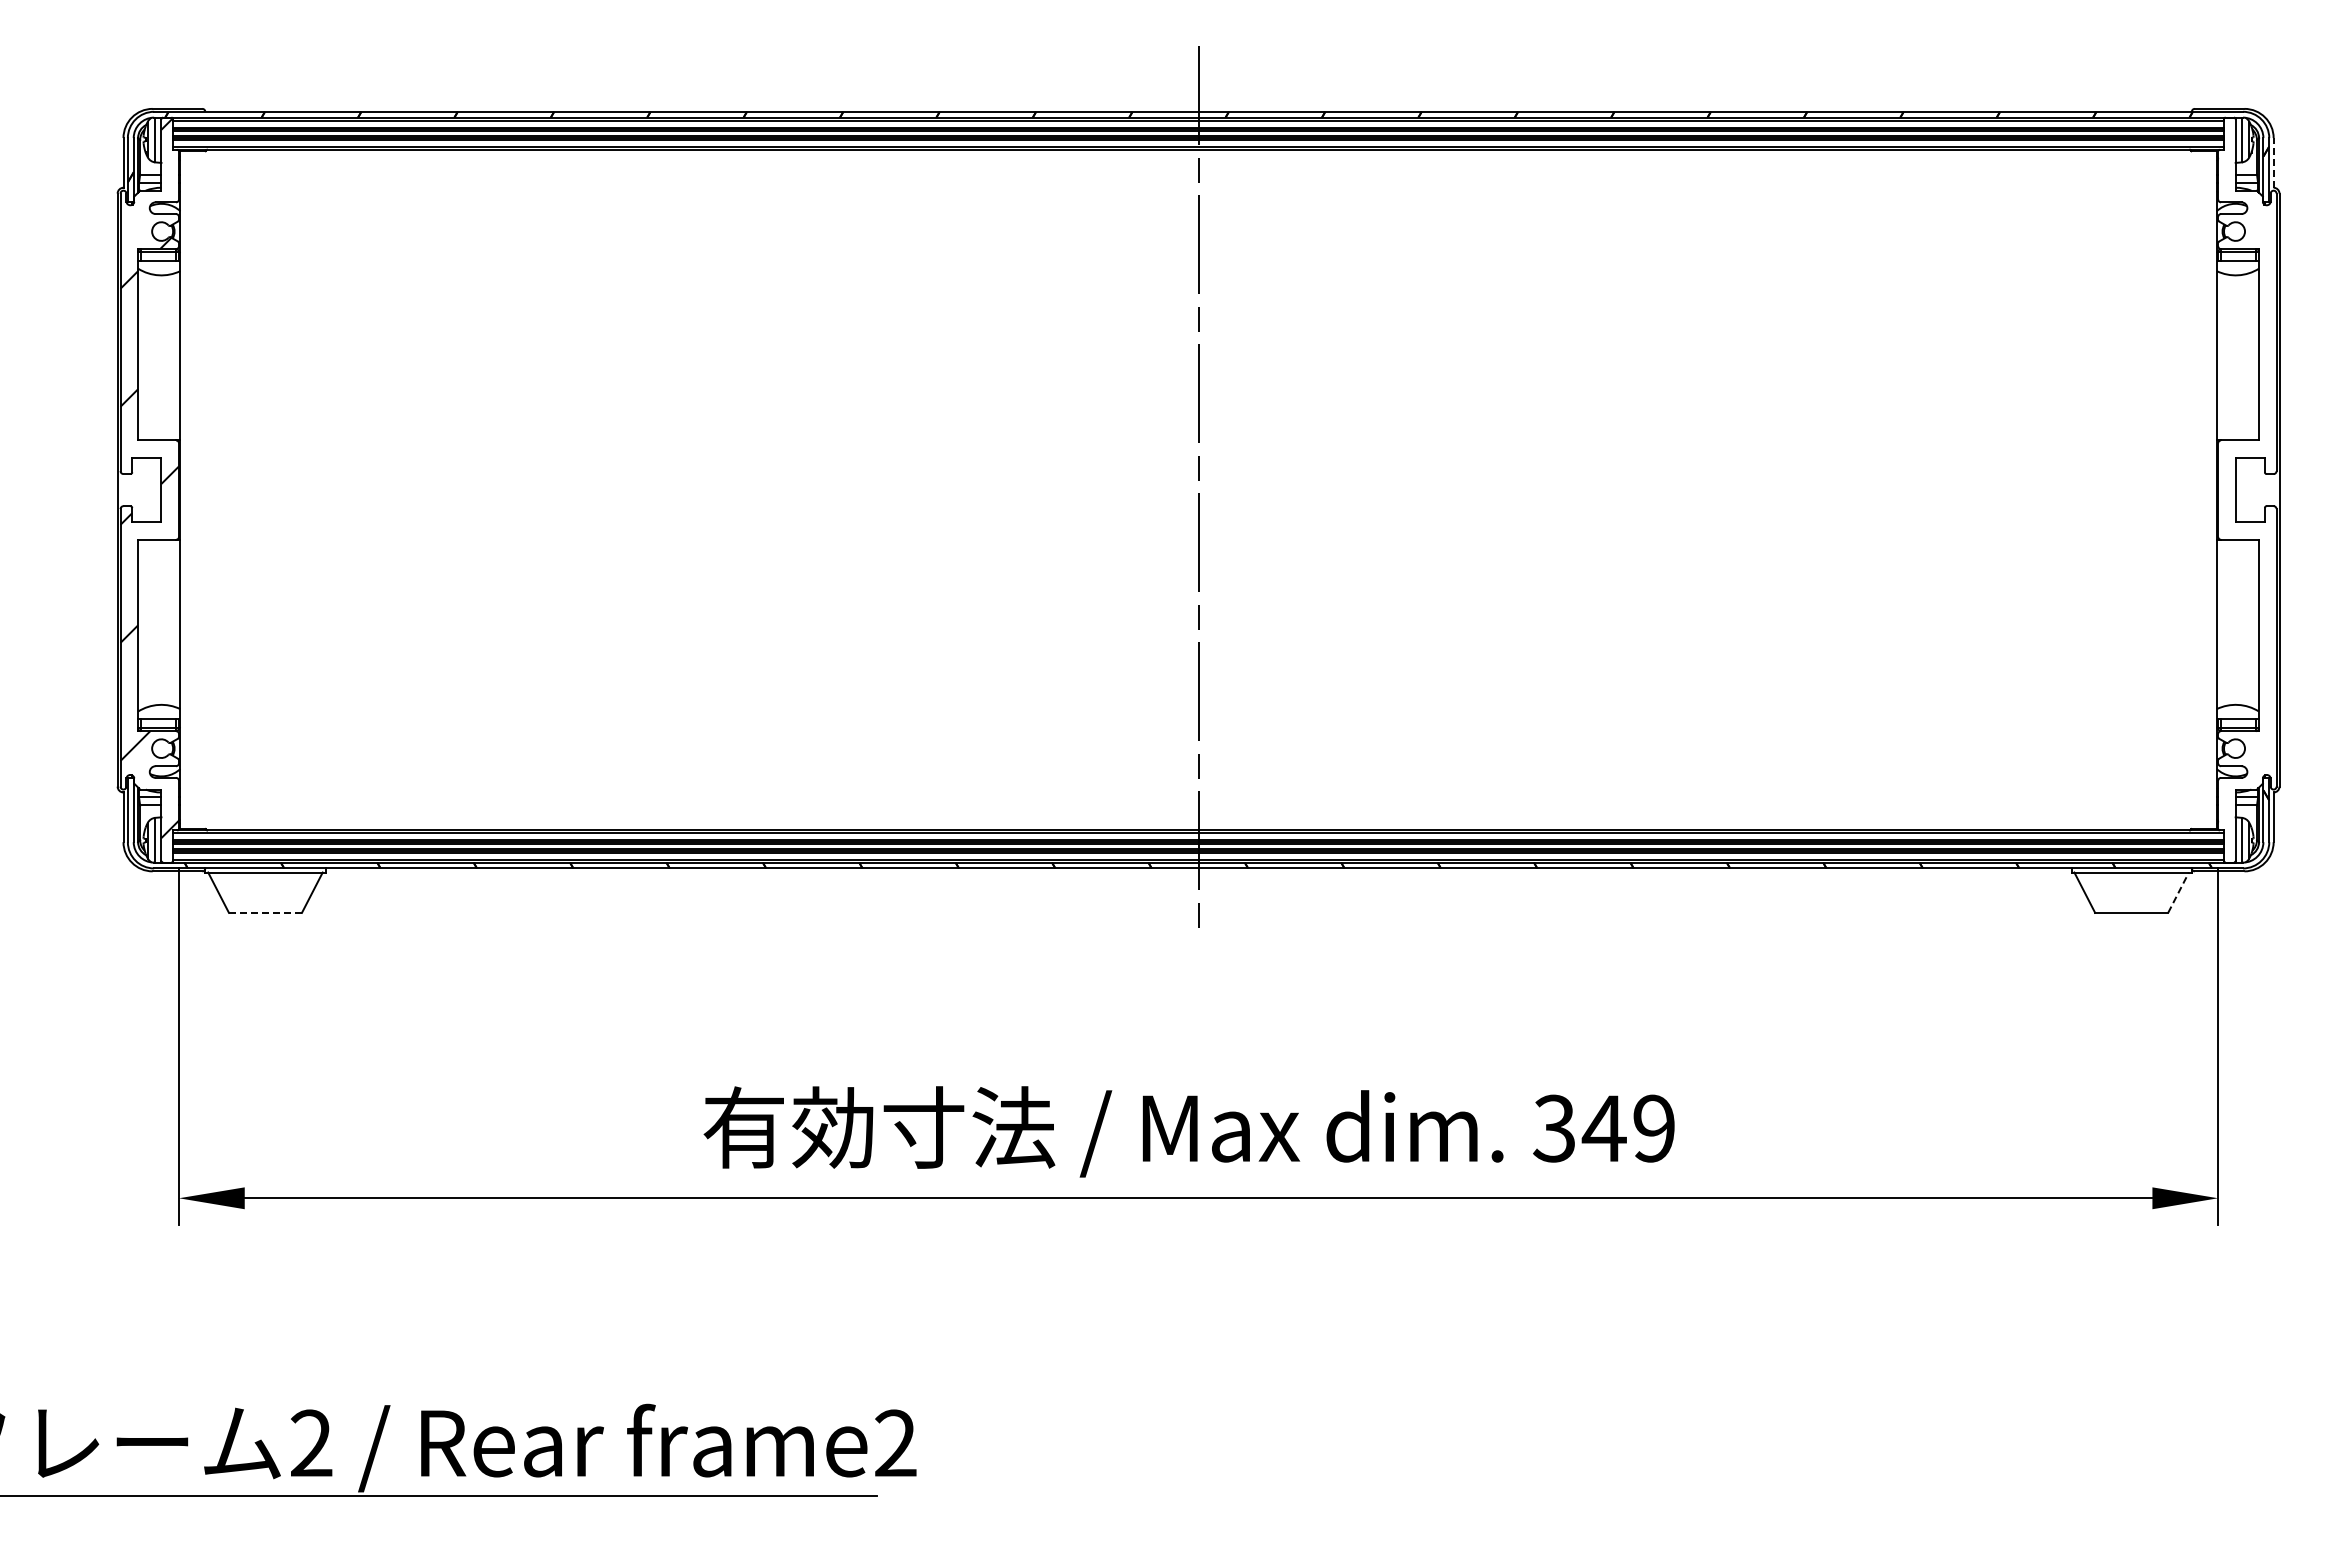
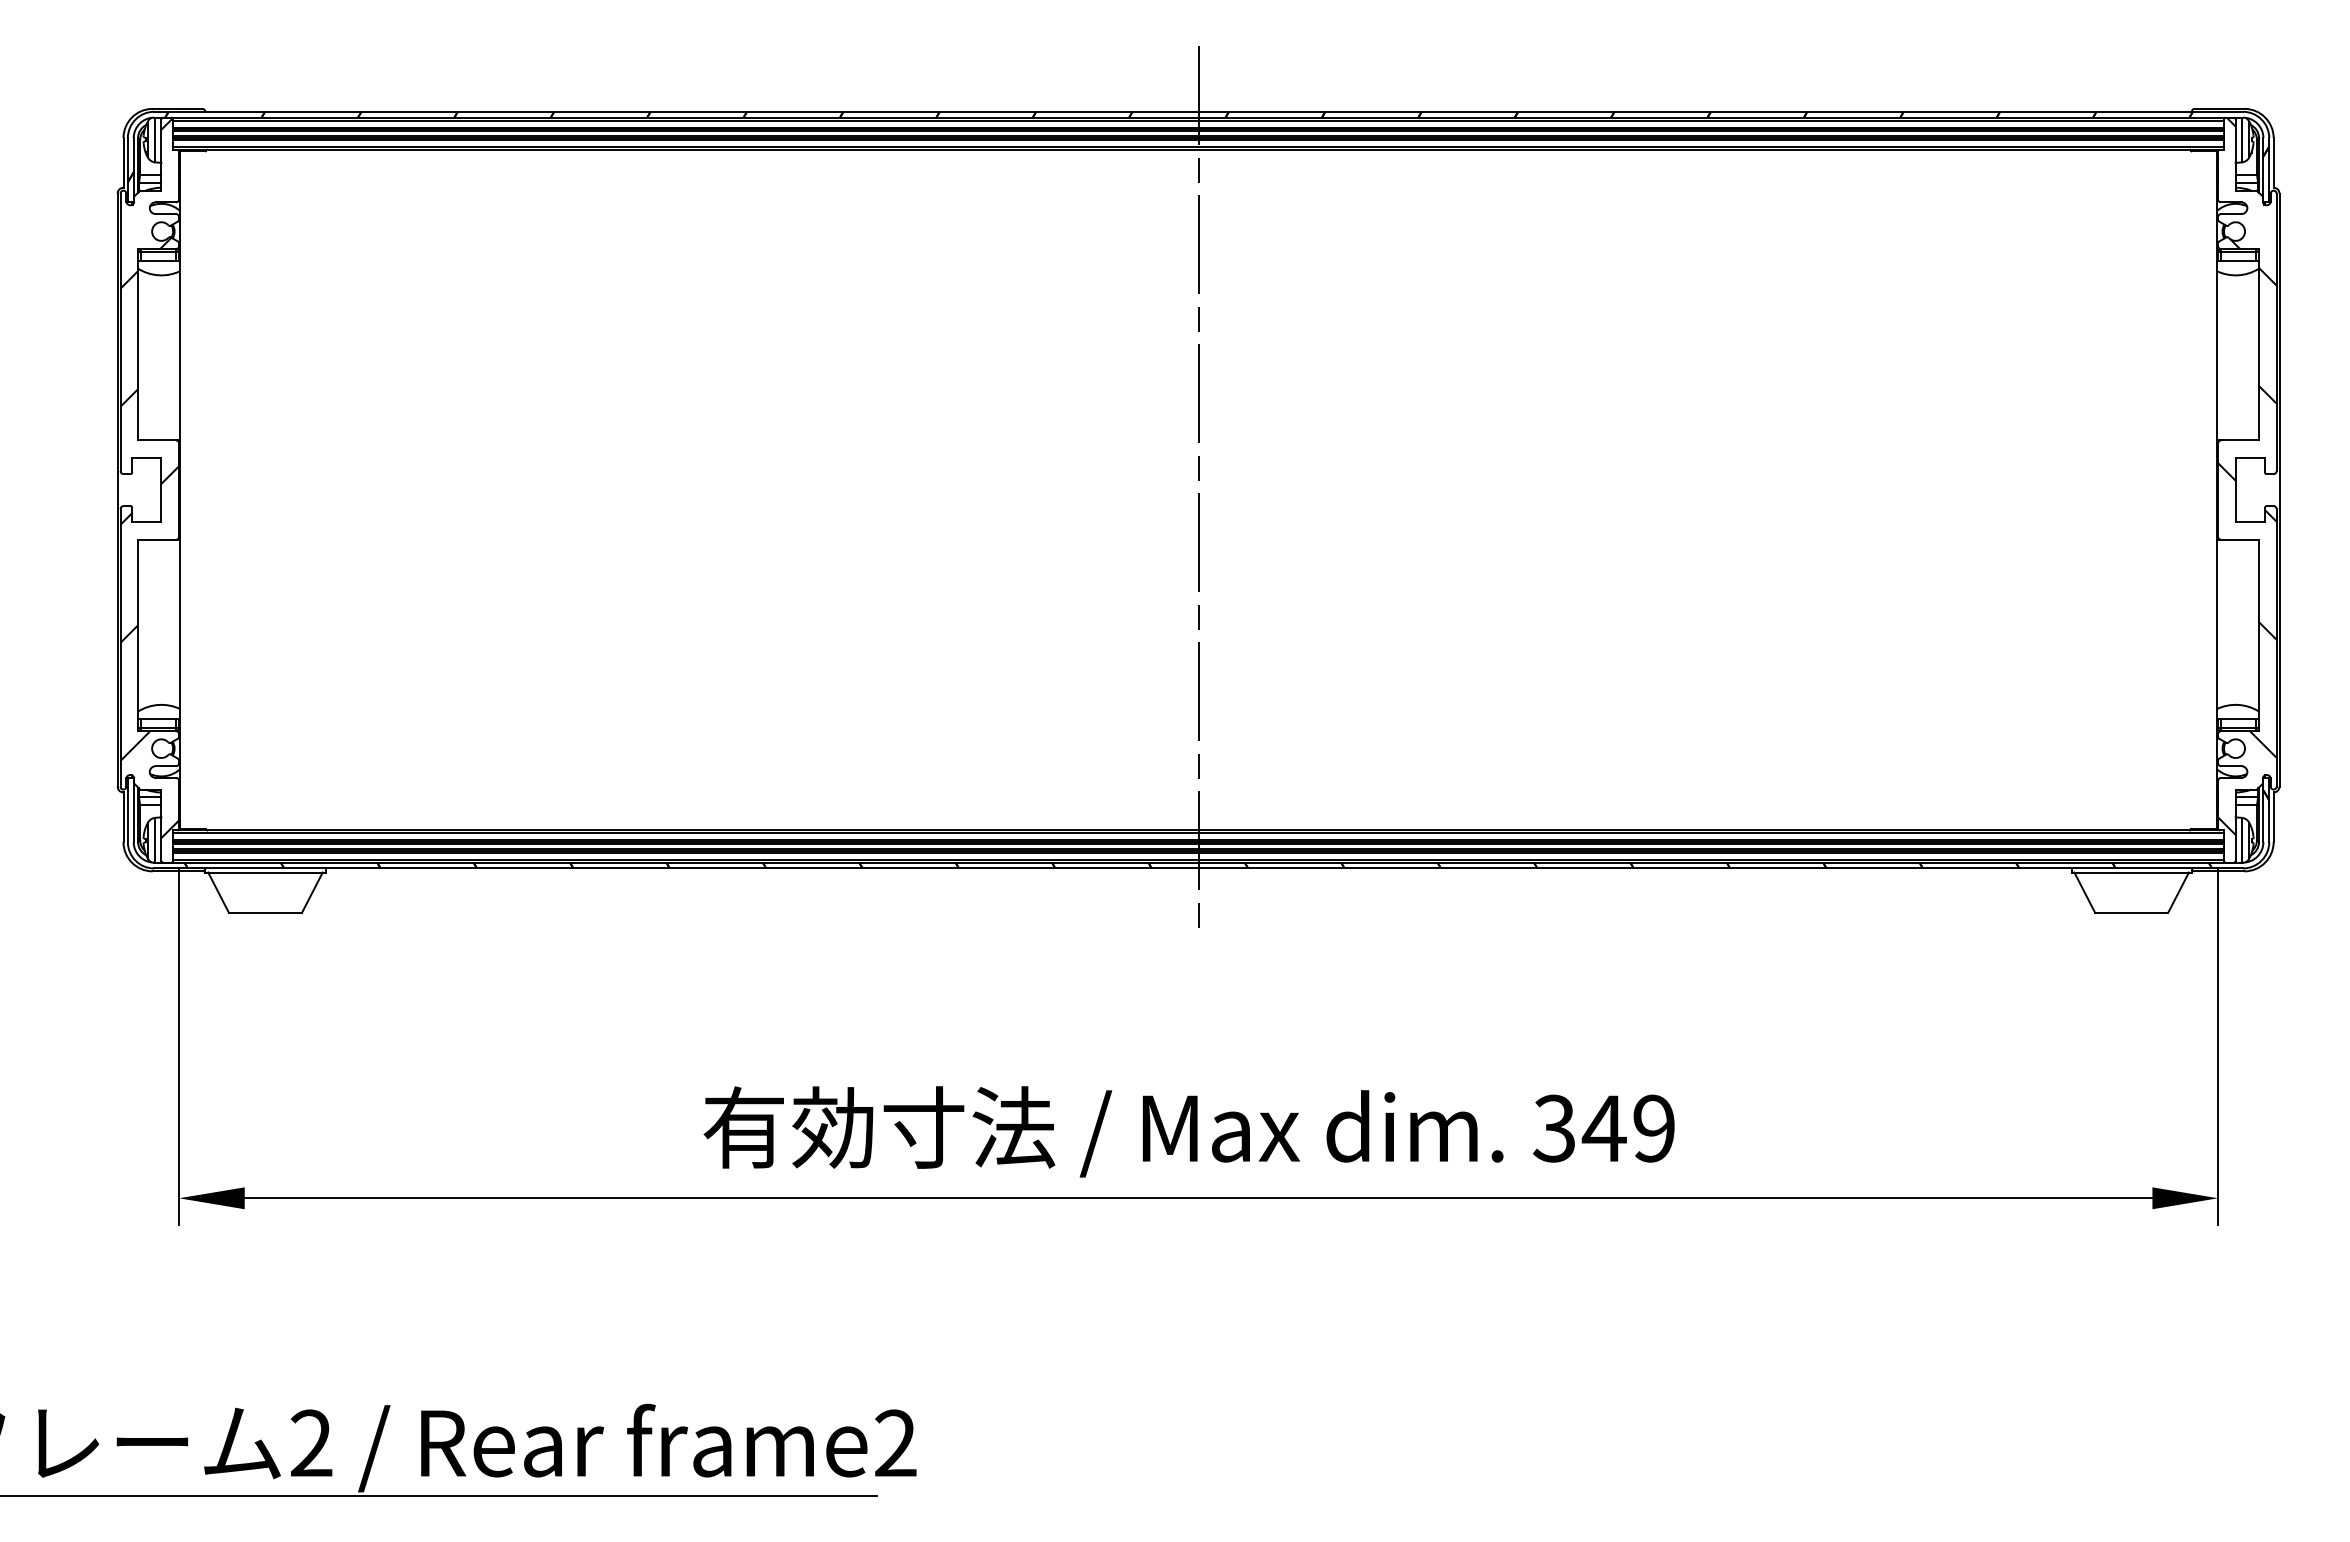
line at (2273, 162): dashed -> solid
hatch at (2247, 475): none -> present
line at (2178, 892): dashed -> solid
line at (265, 912): dashed -> solid
